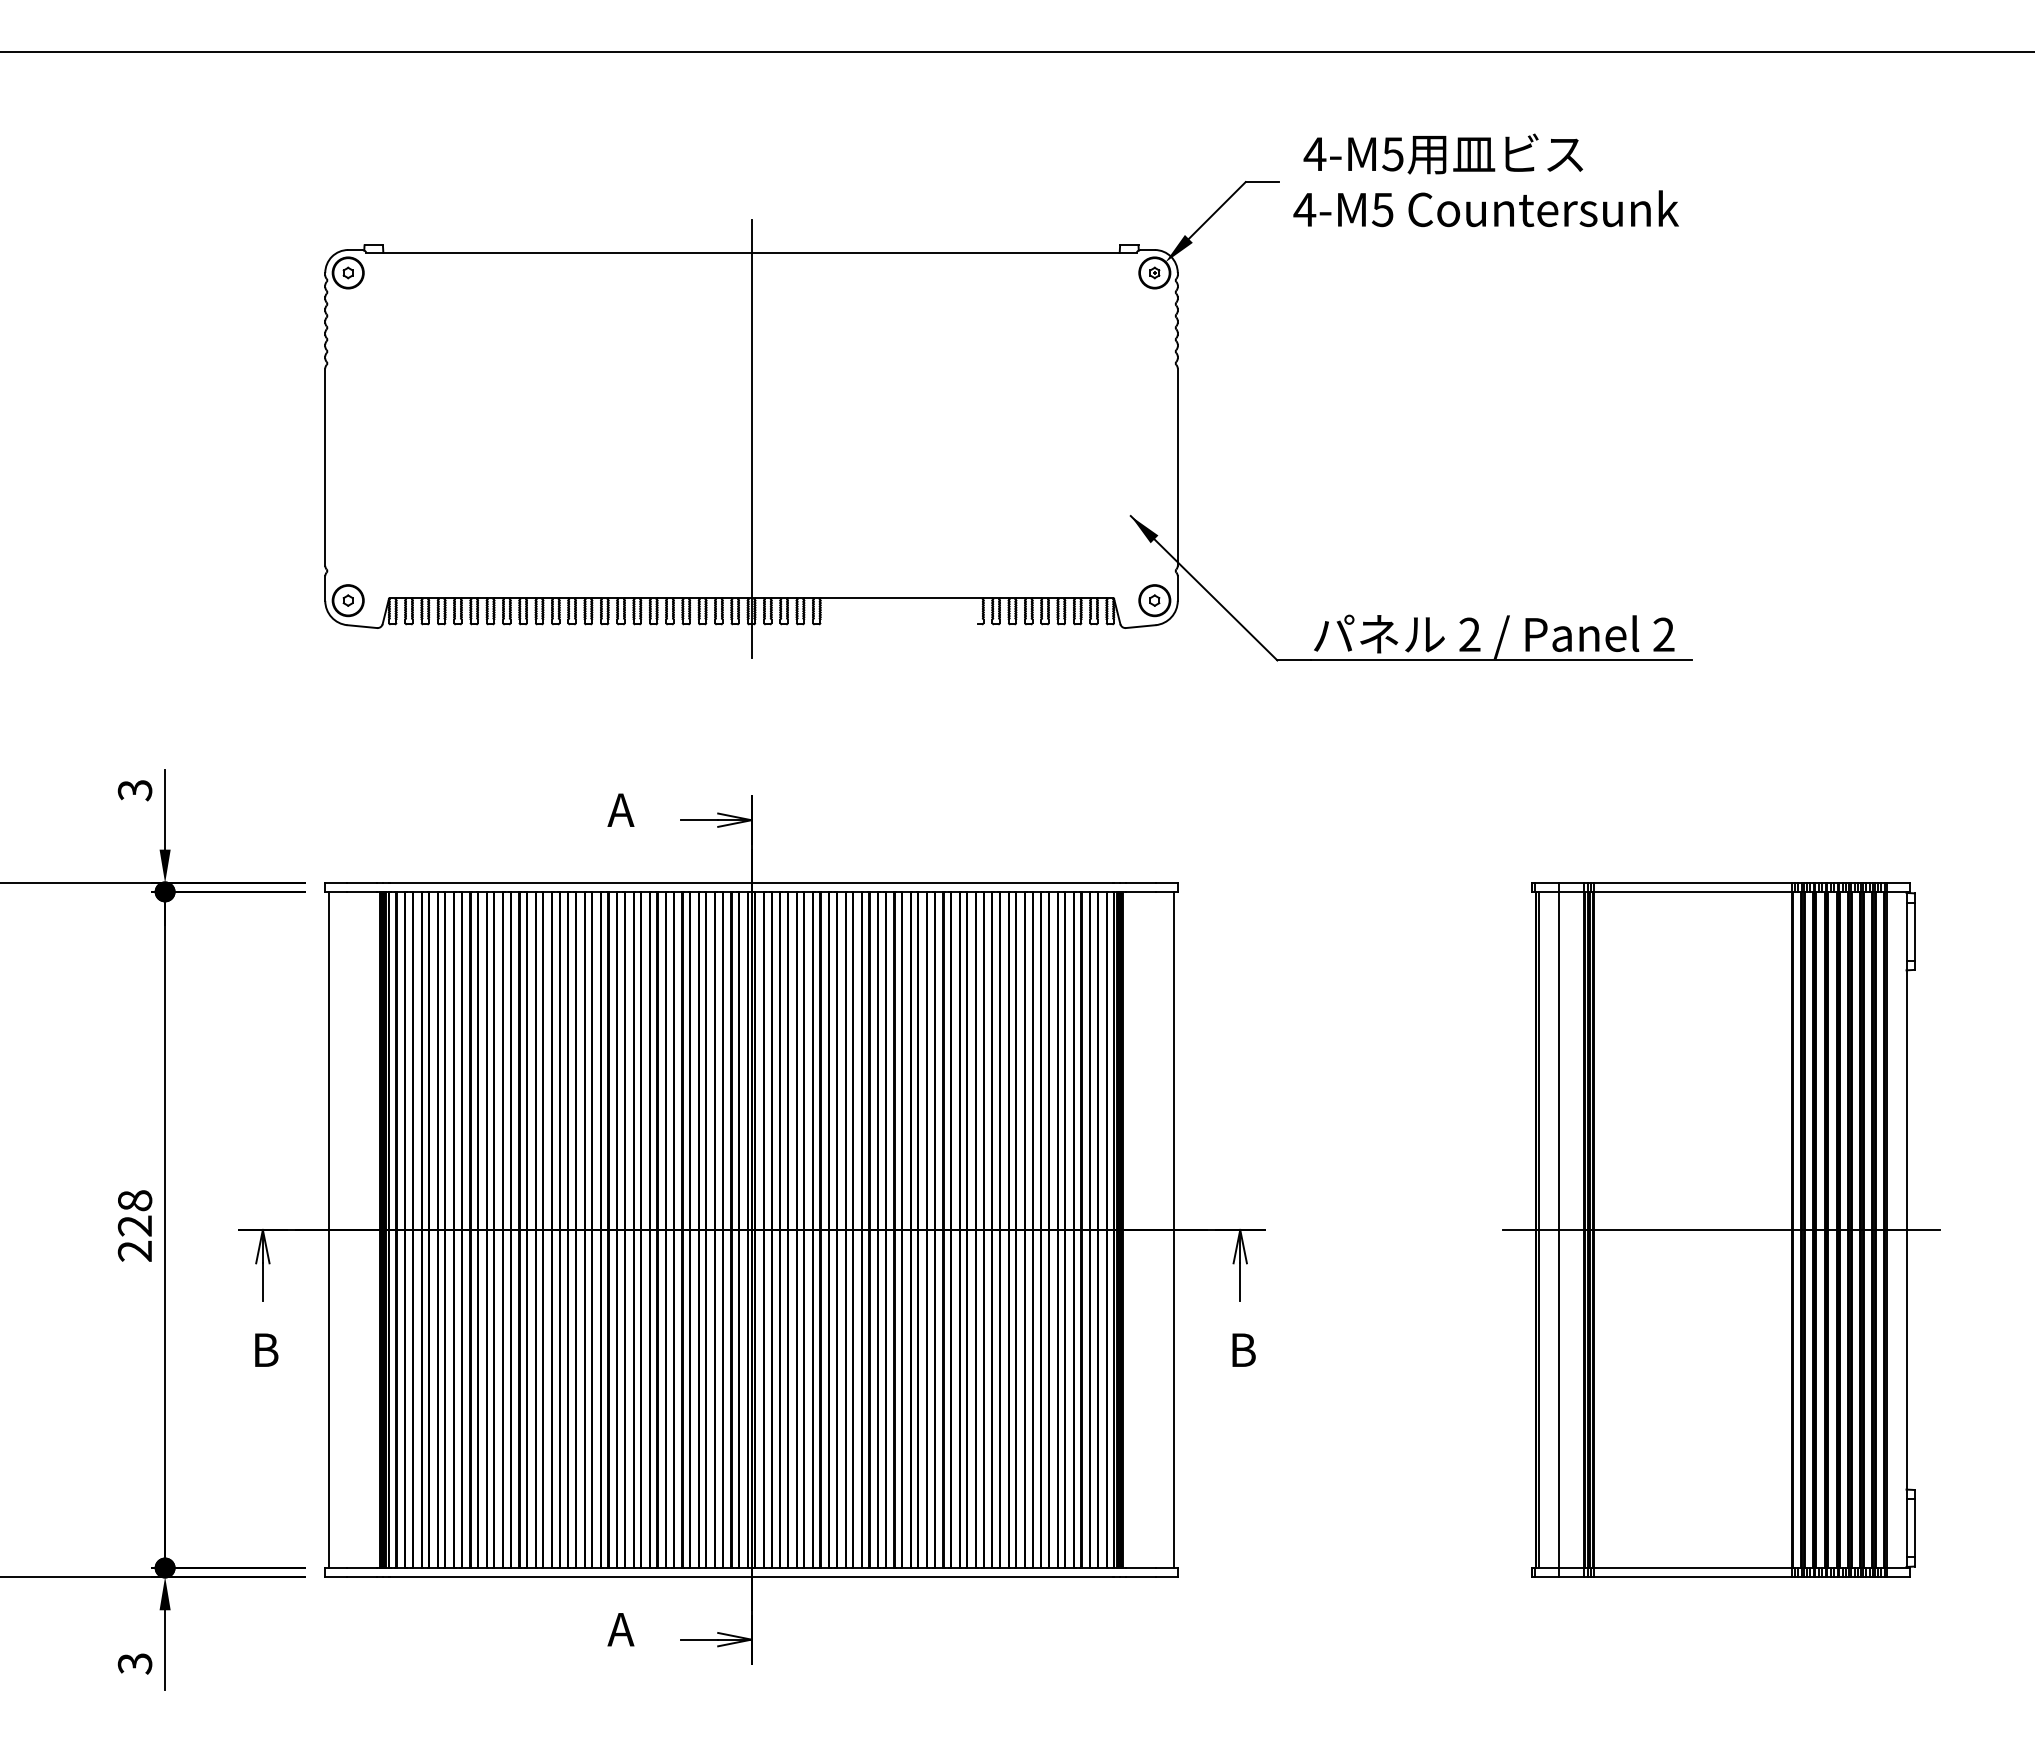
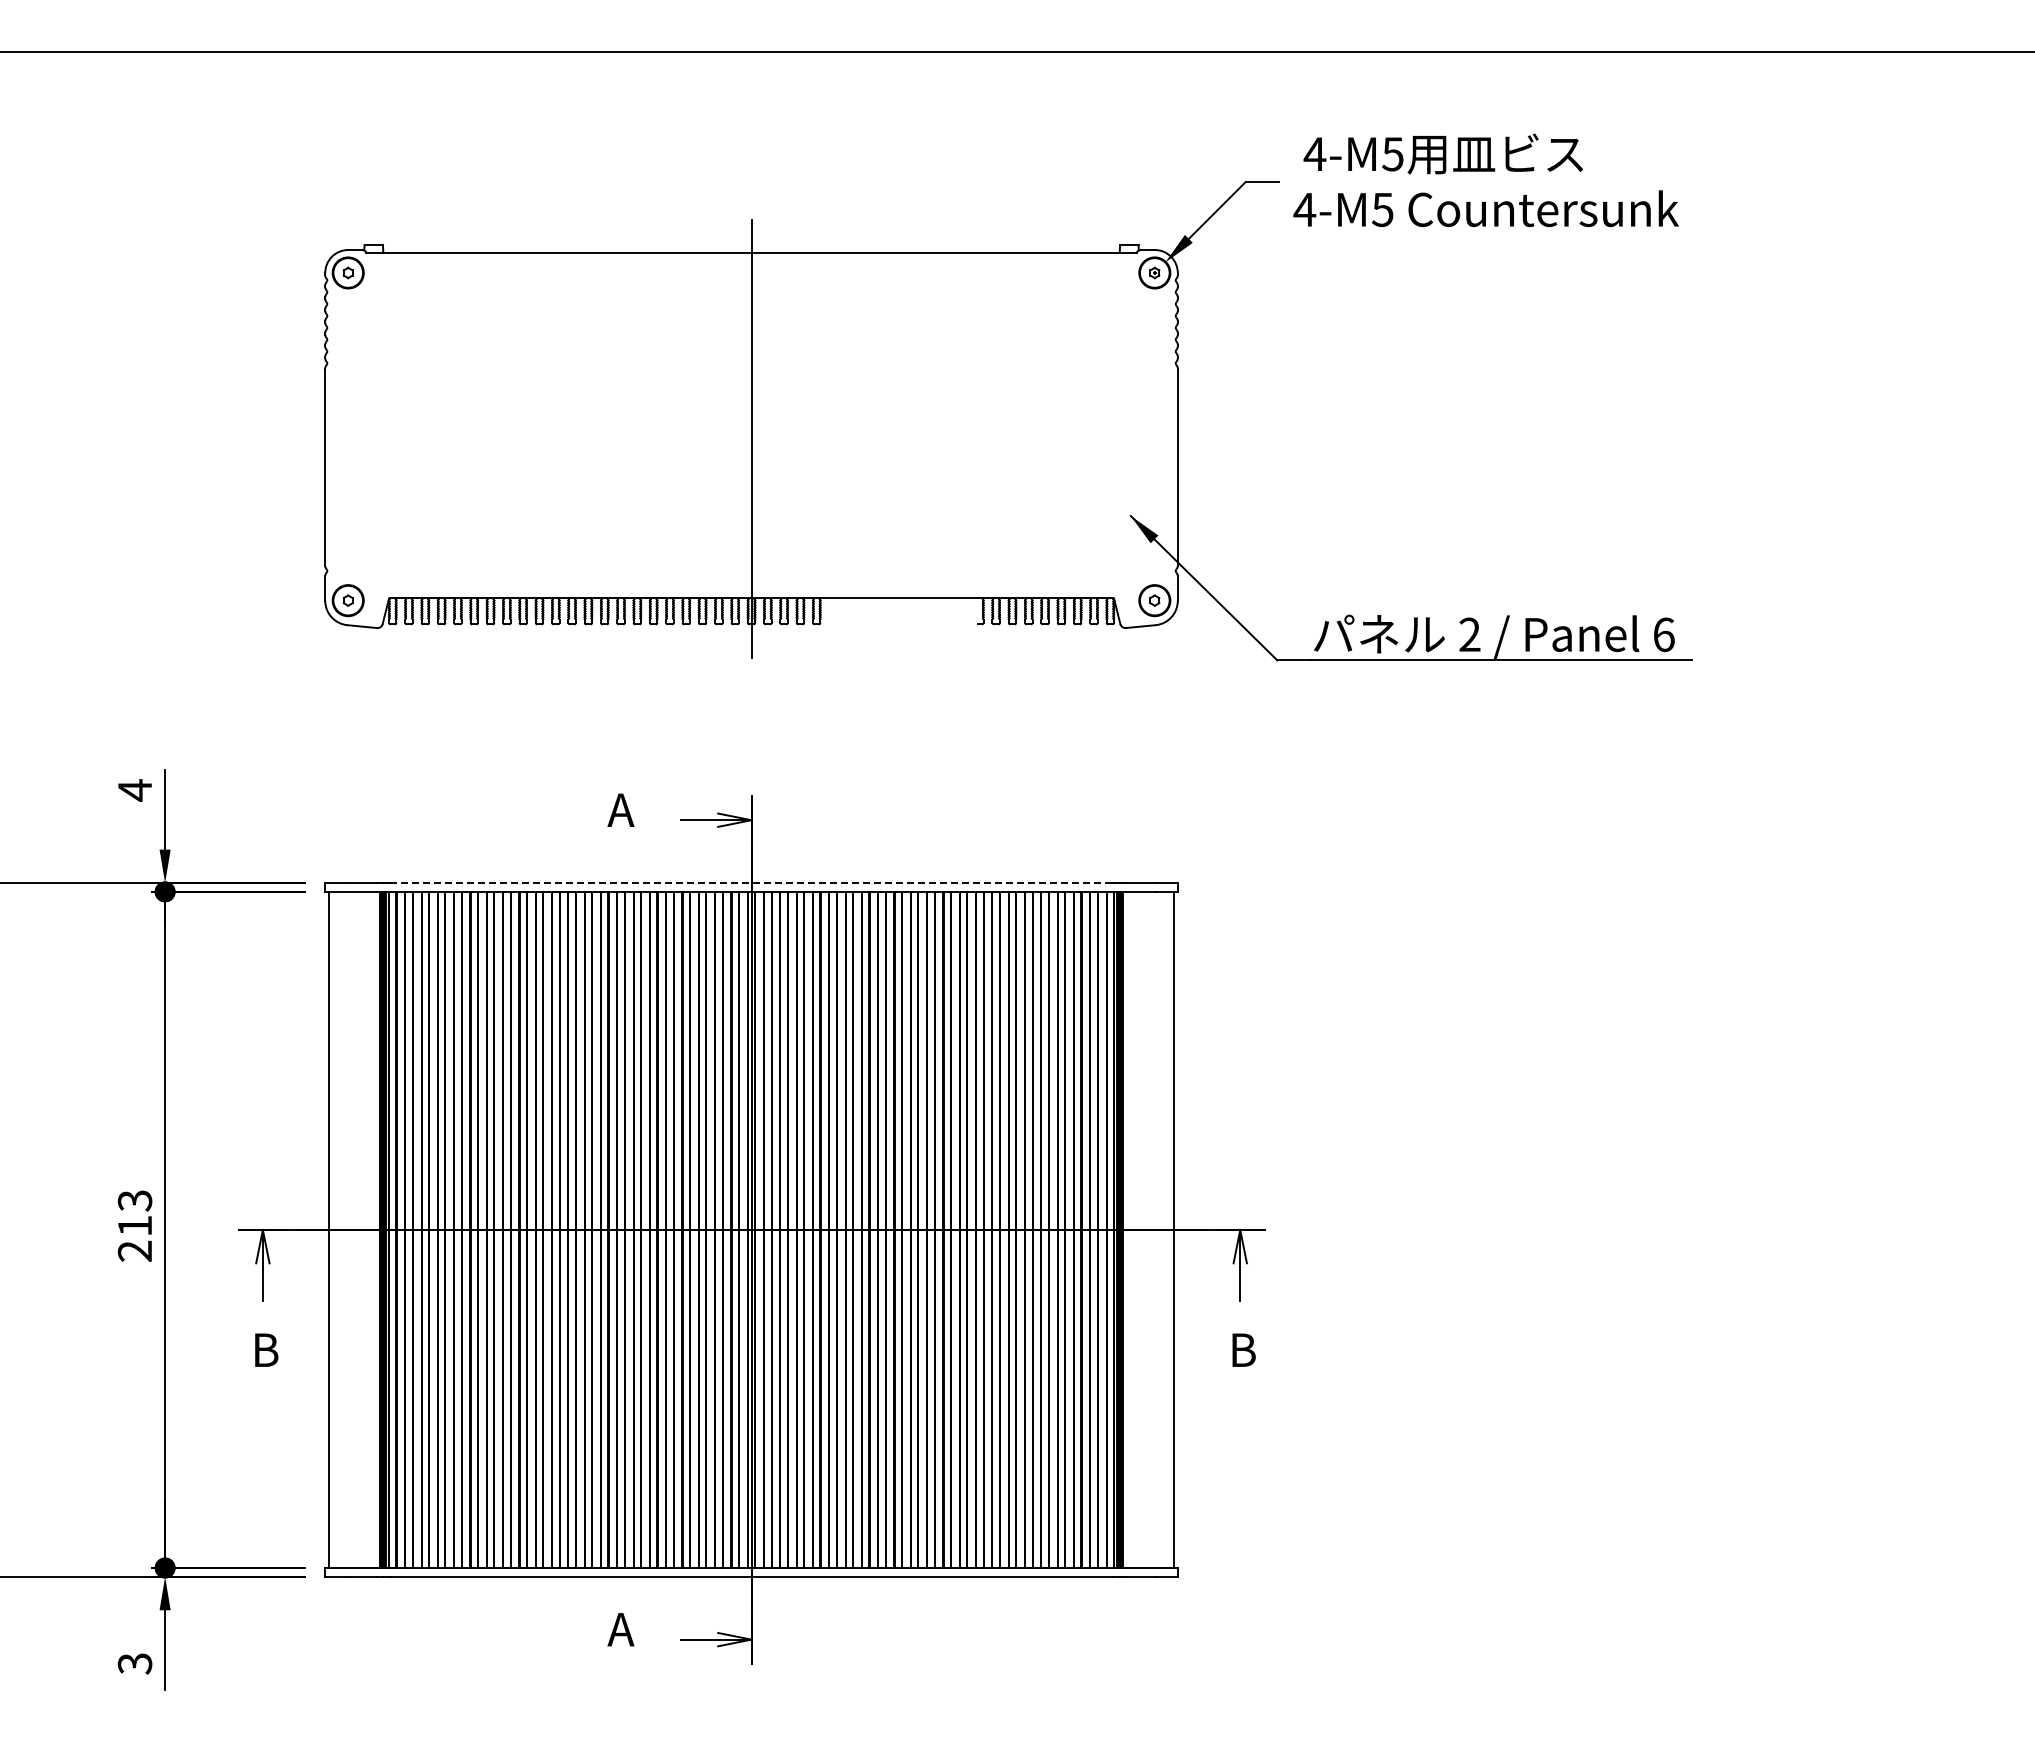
text at (1663, 634): 2 -> 6
text at (134, 790): 3 -> 4
line at (751, 883): solid -> dashed
text at (134, 1213): 228 -> 213
part at (1721, 1229): present -> none
